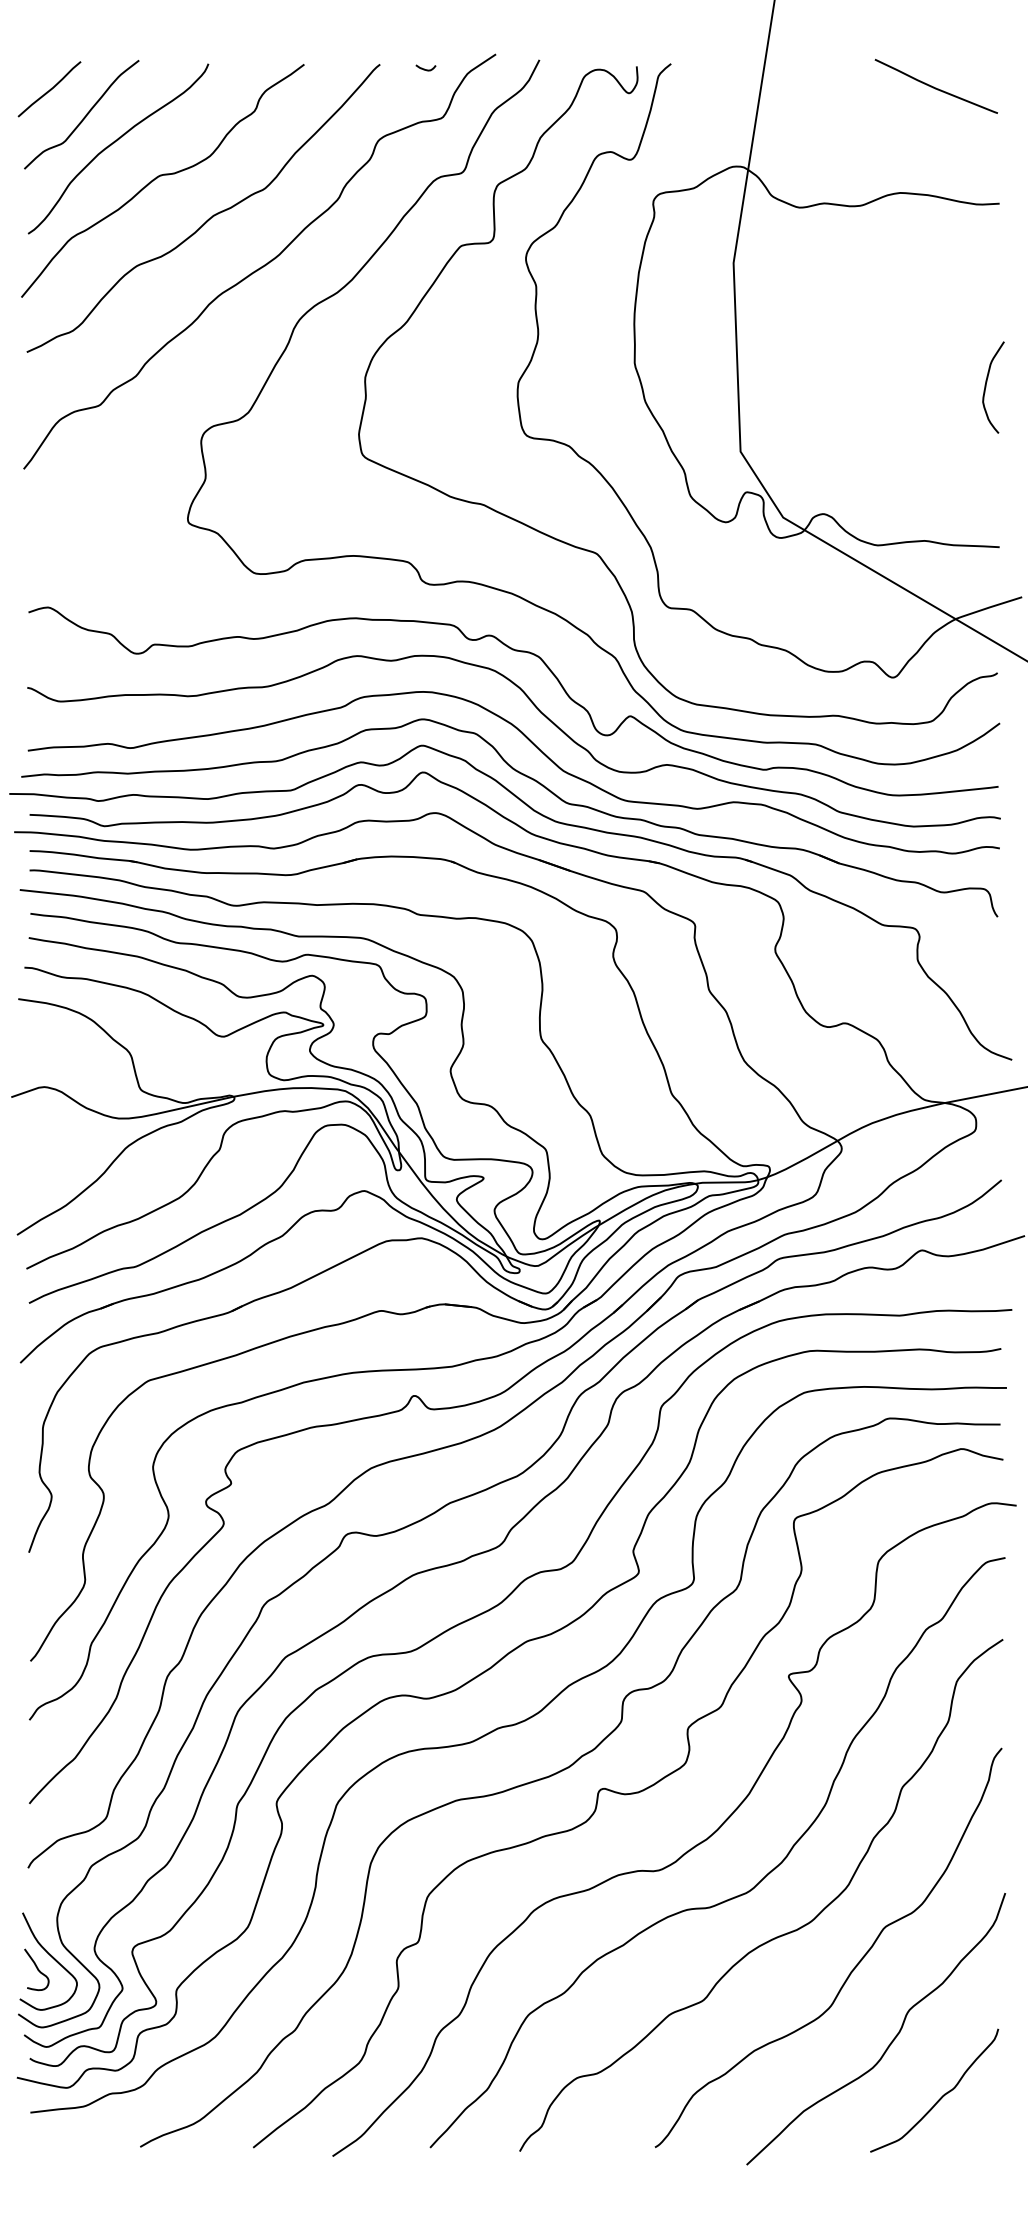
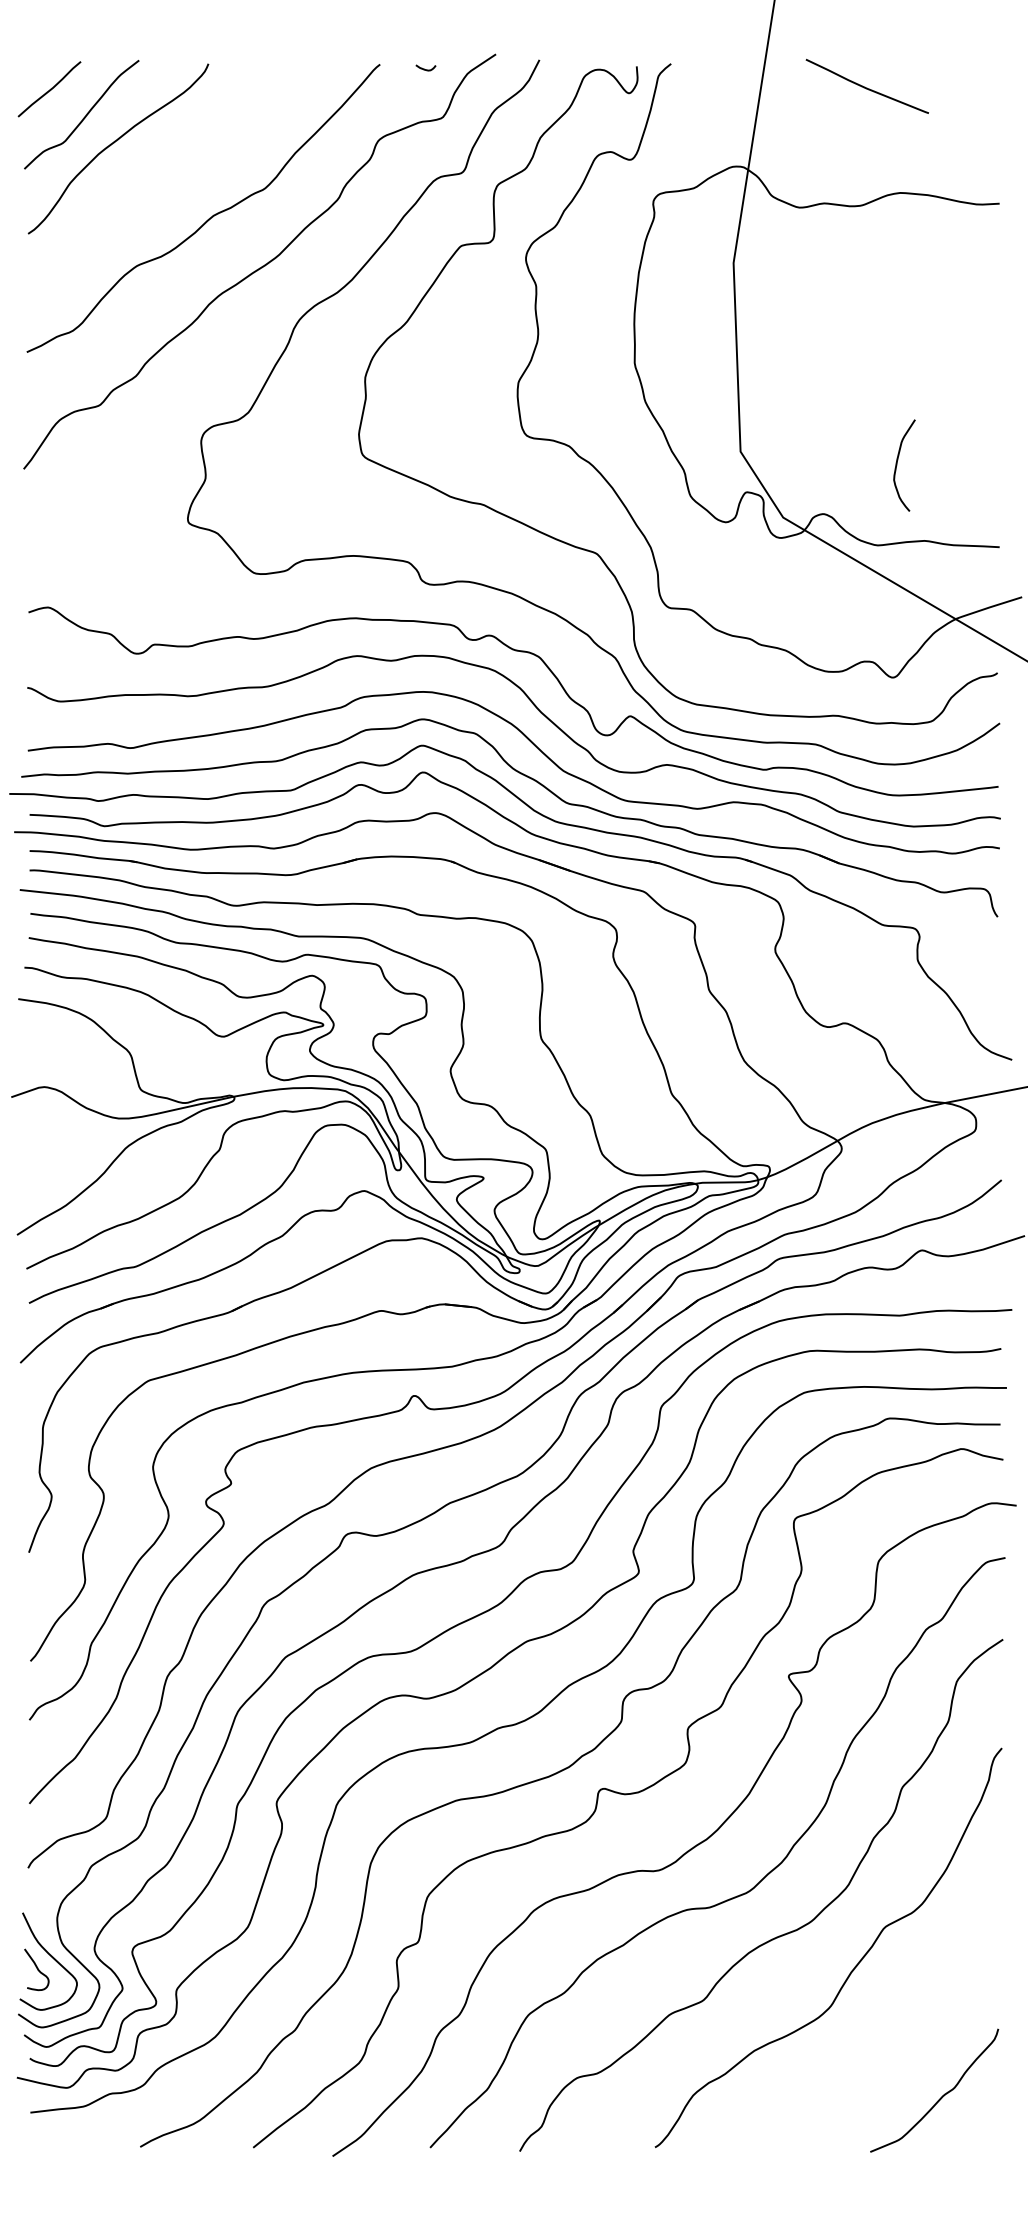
curve at (935, 87) position: (935, 87) -> (866, 87)
curve at (161, 176): present -> none
curve at (986, 387) position: (986, 387) -> (897, 465)
curve at (892, 2039): present -> none
